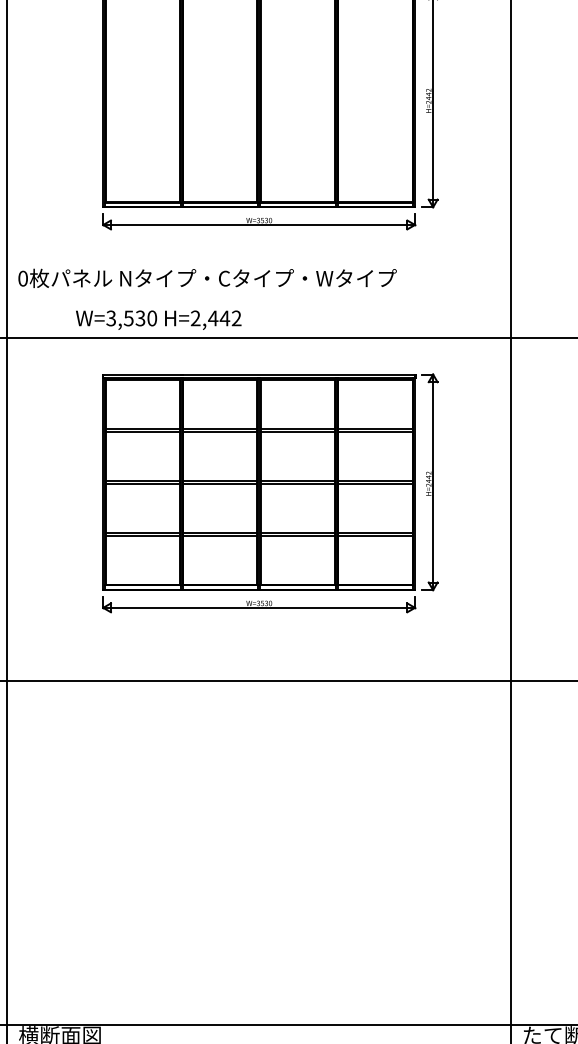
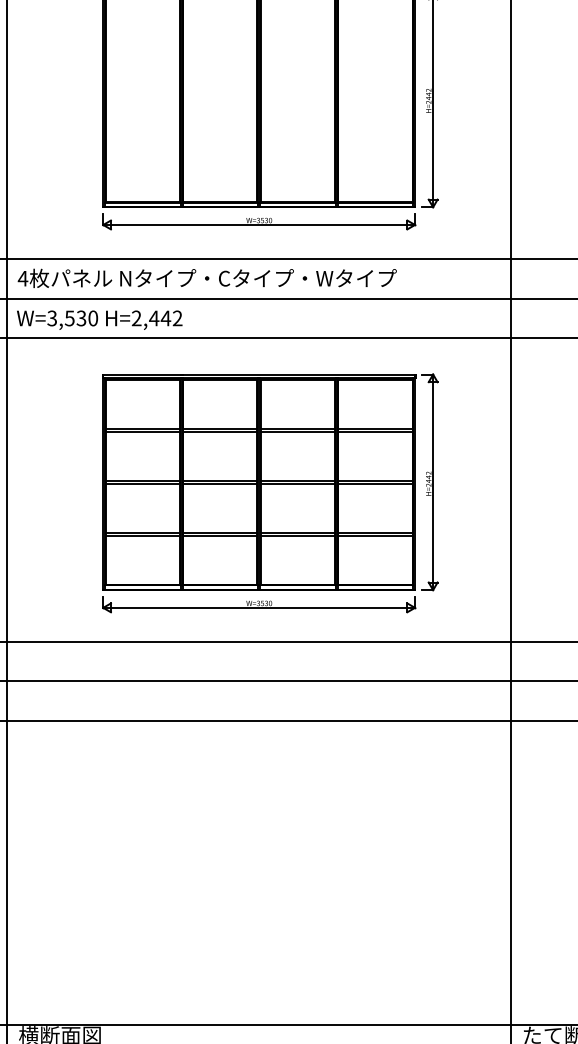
line at (288, 258): none -> present
text at (22, 278): 0 -> 4
line at (288, 298): none -> present
text at (158, 319) position: (158, 319) -> (99, 319)
line at (288, 641): none -> present
line at (288, 721): none -> present
